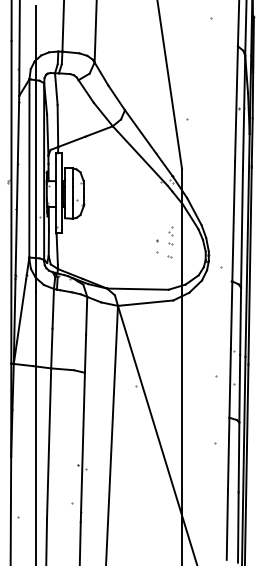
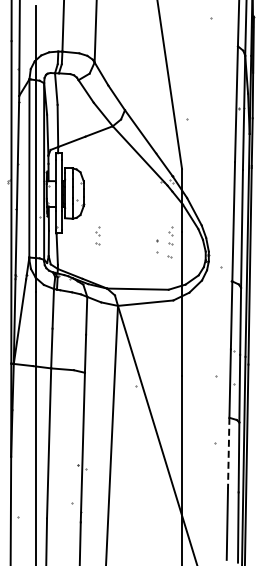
part at (97, 235): none -> present
line at (228, 453): solid -> dashed
